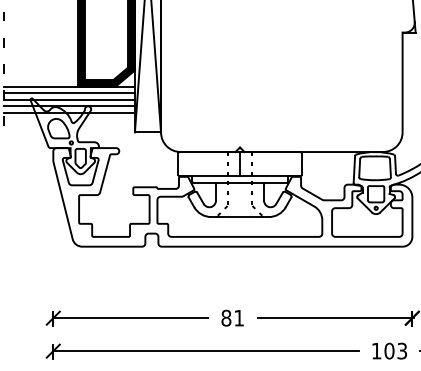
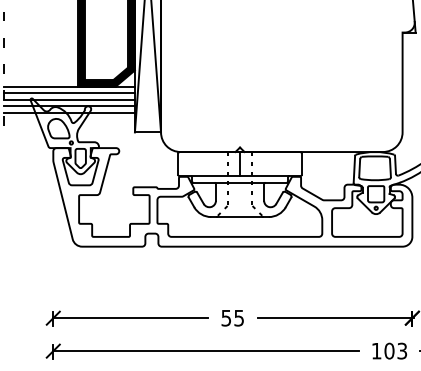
text at (232, 317): 81 -> 55
